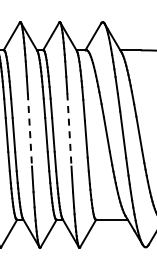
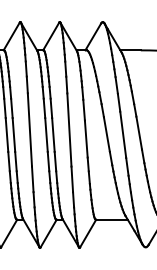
line at (29, 129): dashed -> solid
line at (69, 130): dashed -> solid
